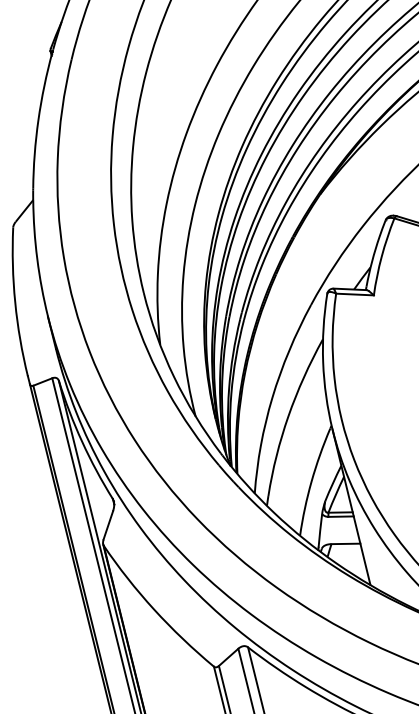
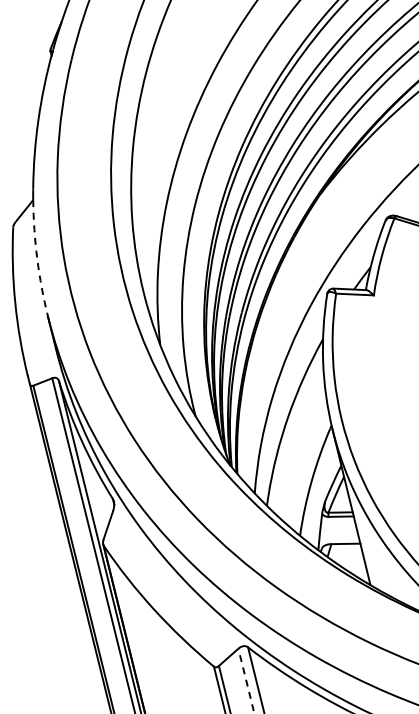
arc at (37, 258): solid -> dashed
line at (246, 680): solid -> dashed
